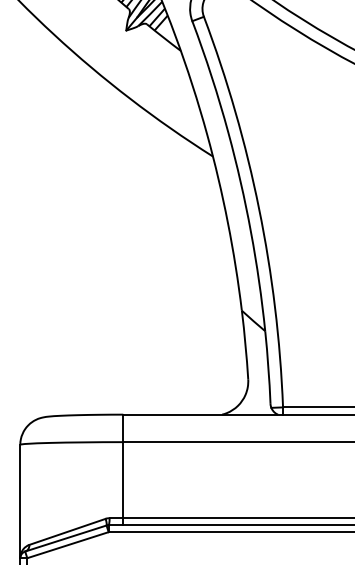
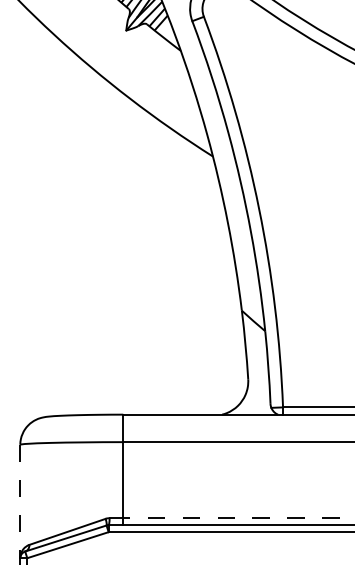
line at (20, 501): solid -> dashed
line at (238, 518): solid -> dashed
